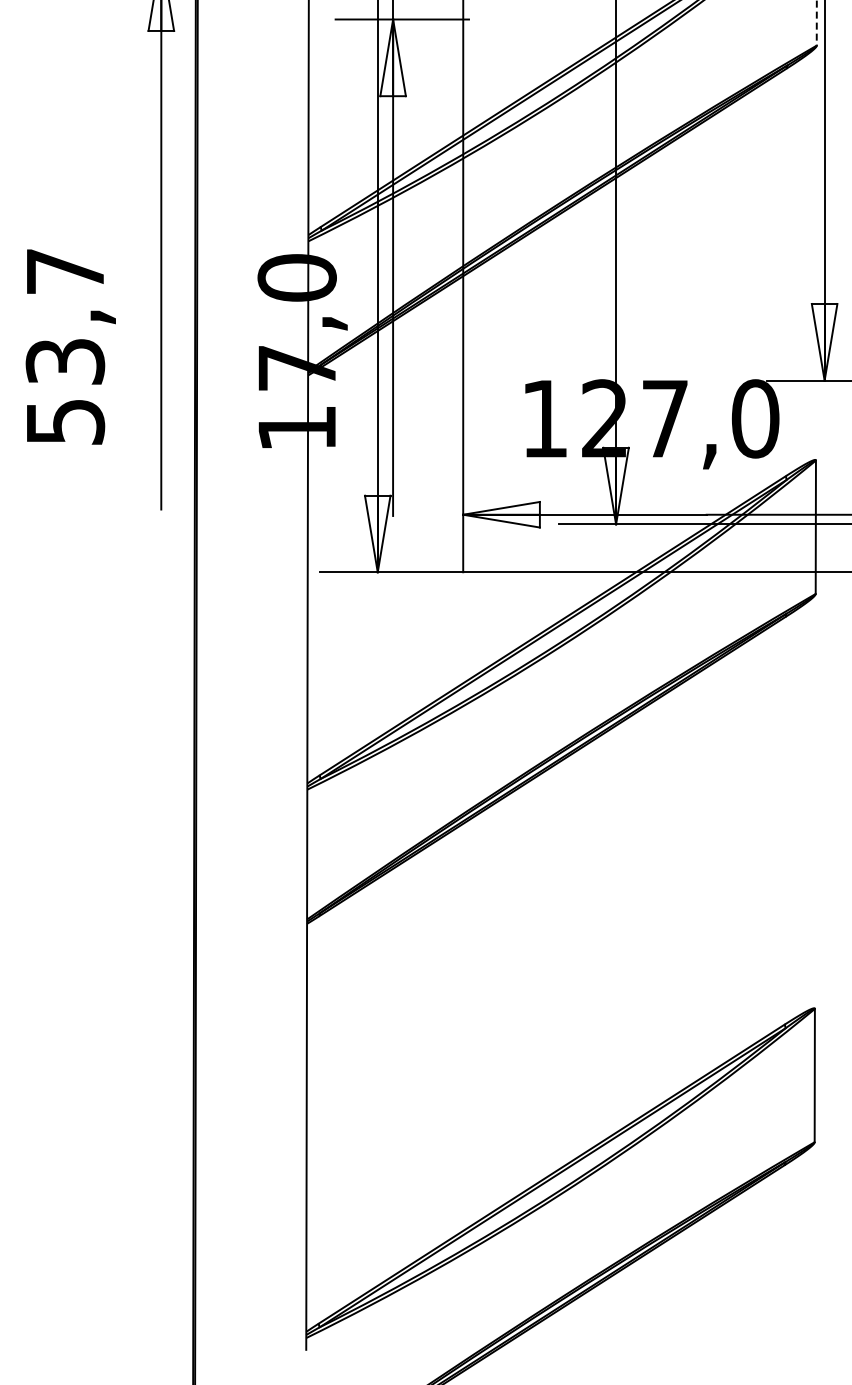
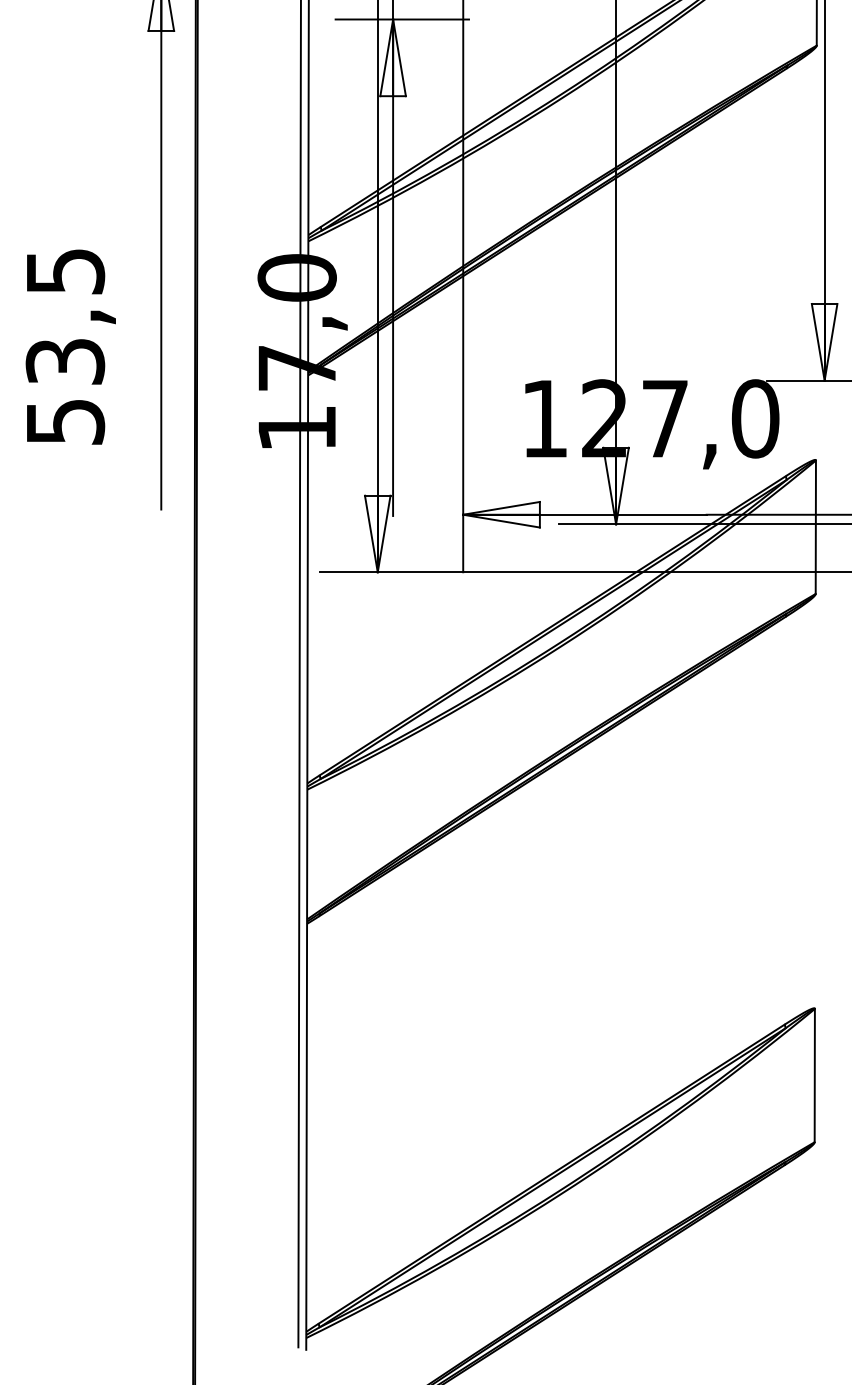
line at (816, 23): dashed -> solid
text at (66, 271): 53,7 -> 53,5
line at (299, 674): none -> present
